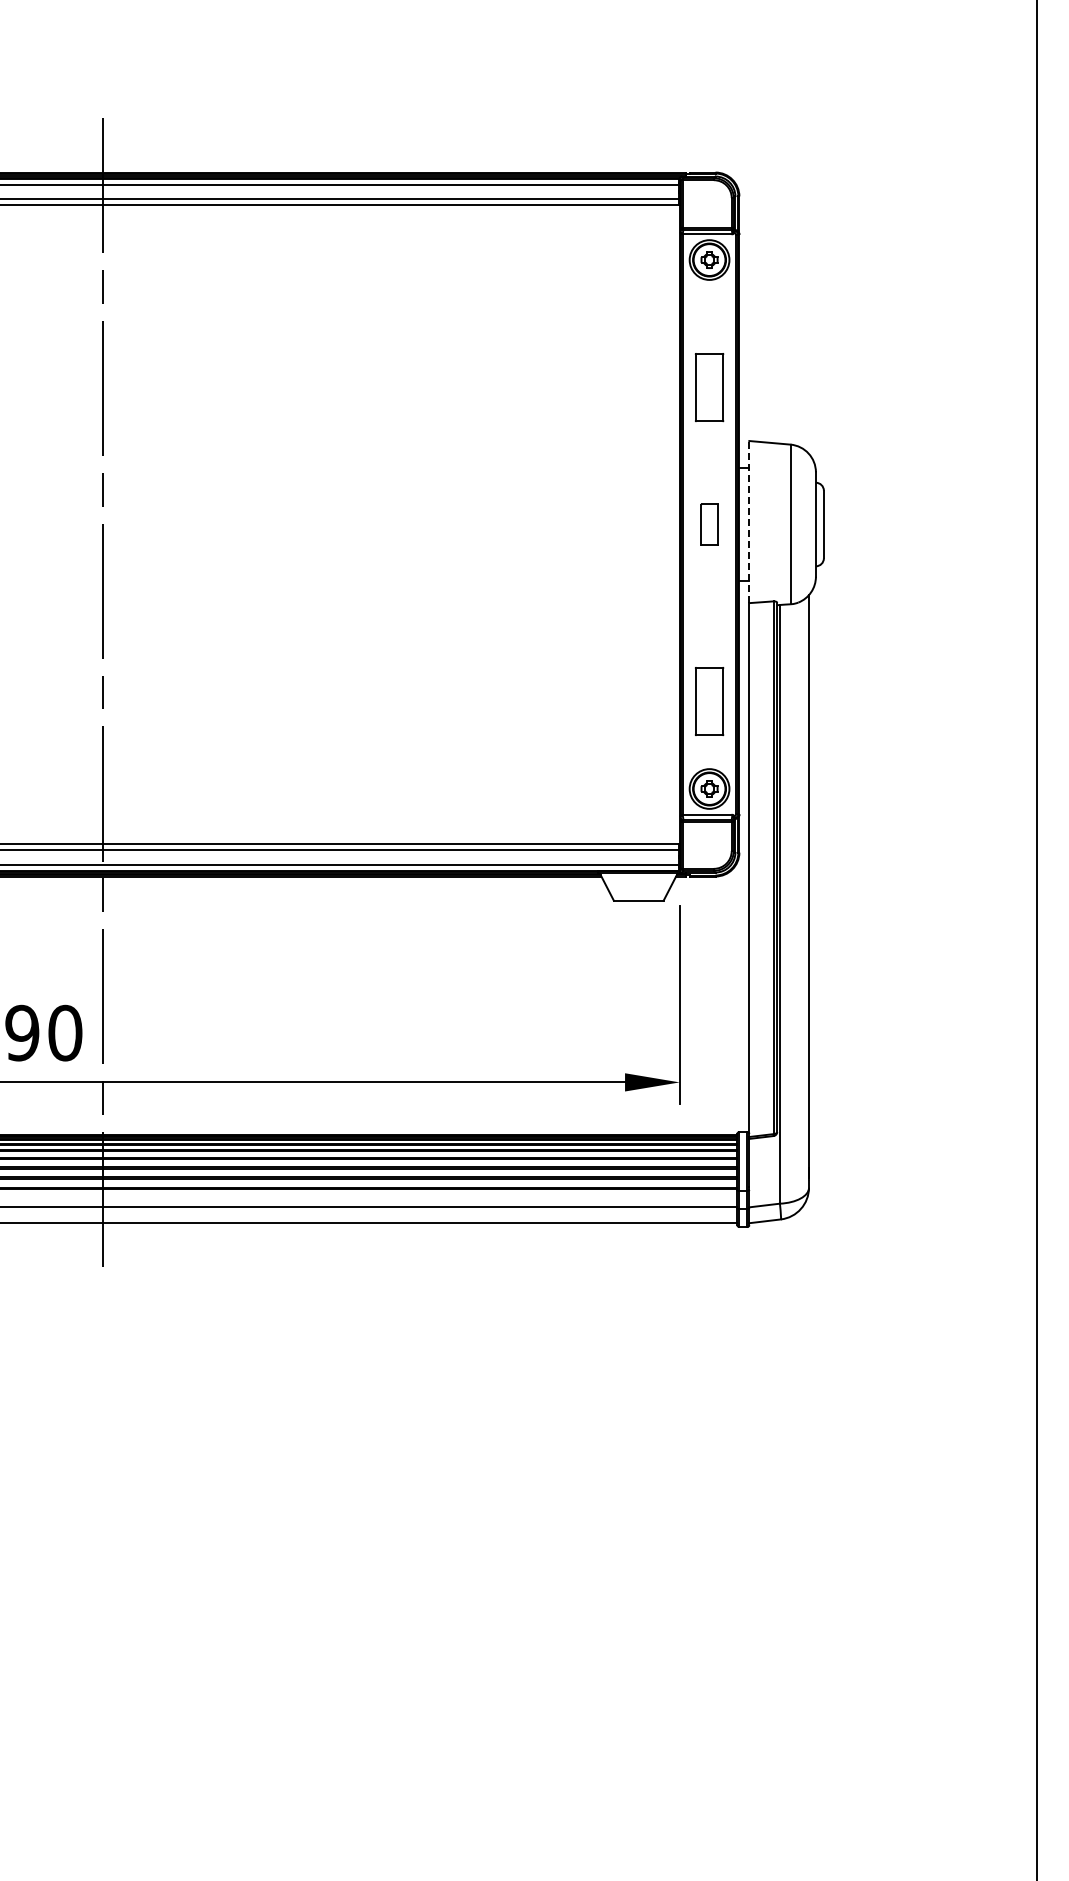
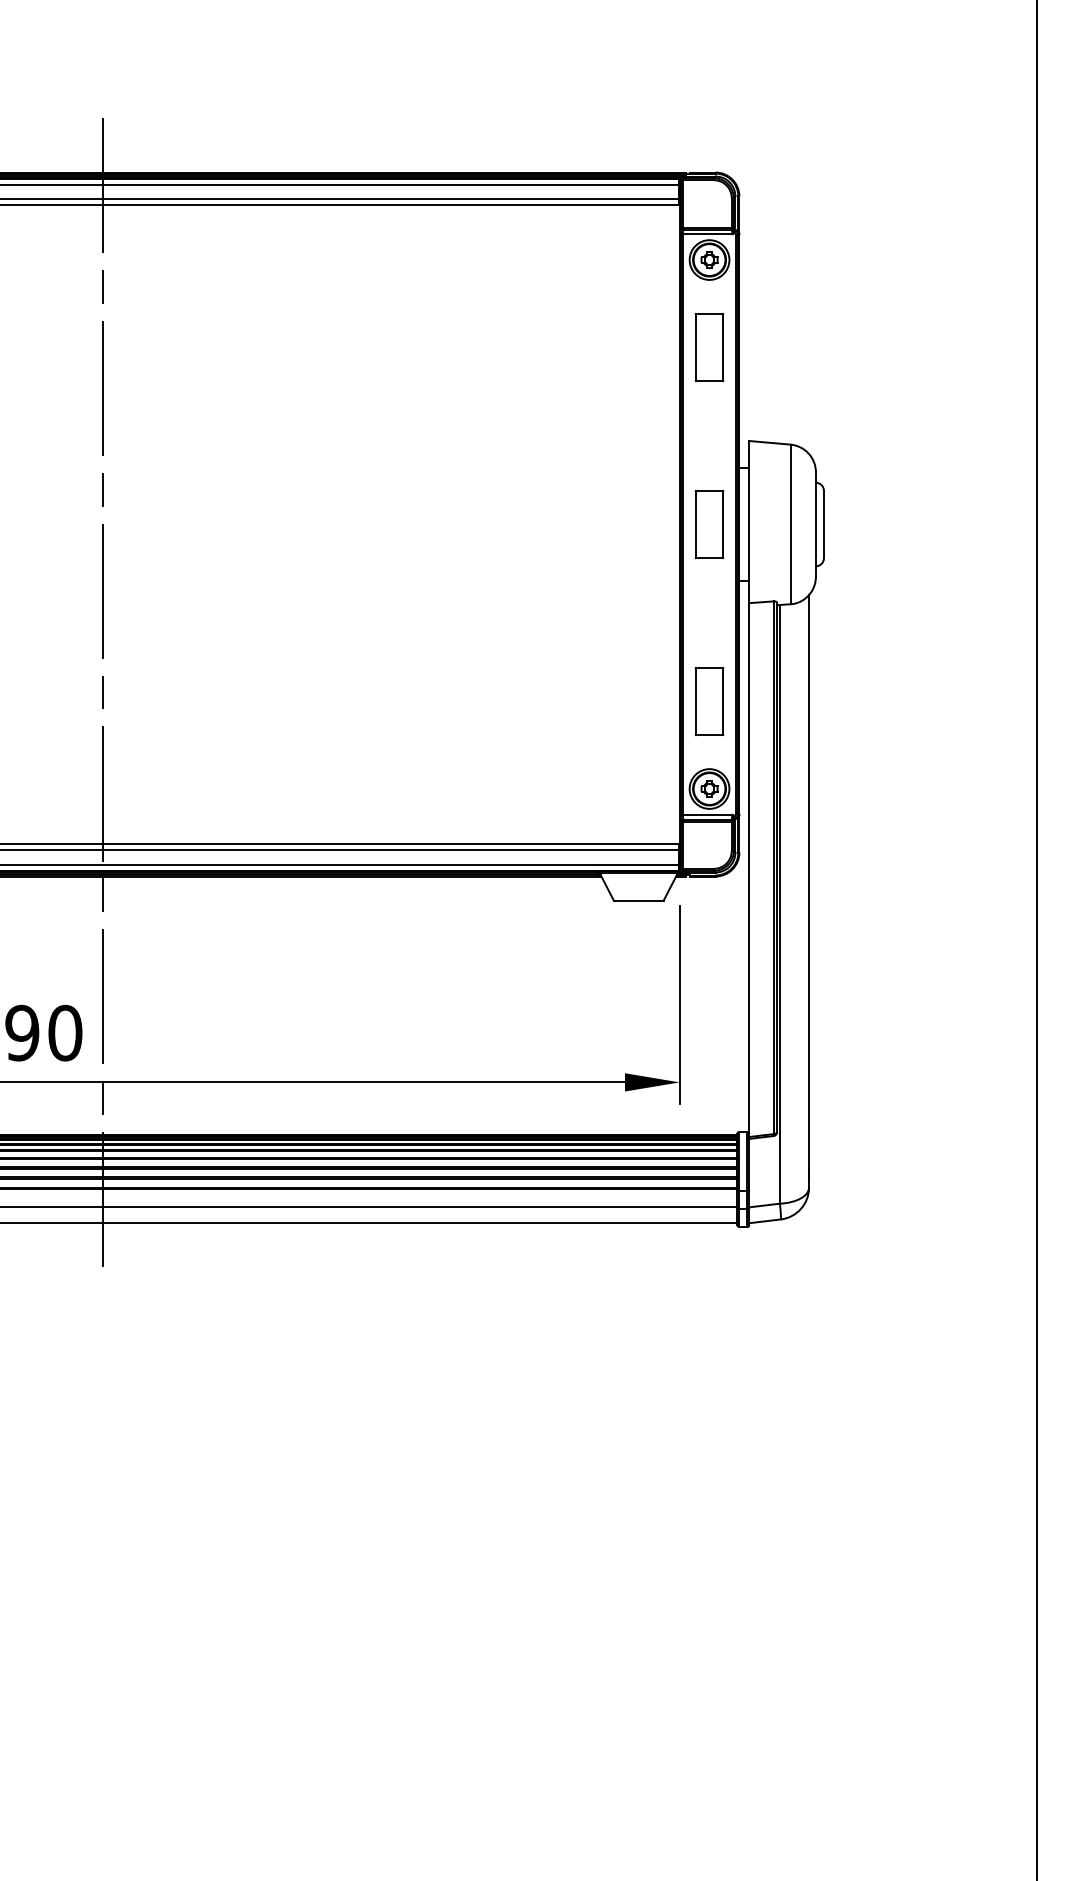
part at (709, 387) position: (709, 387) -> (709, 347)
line at (749, 521): dashed -> solid
part at (709, 524) size: 19x43 px -> 30x70 px
